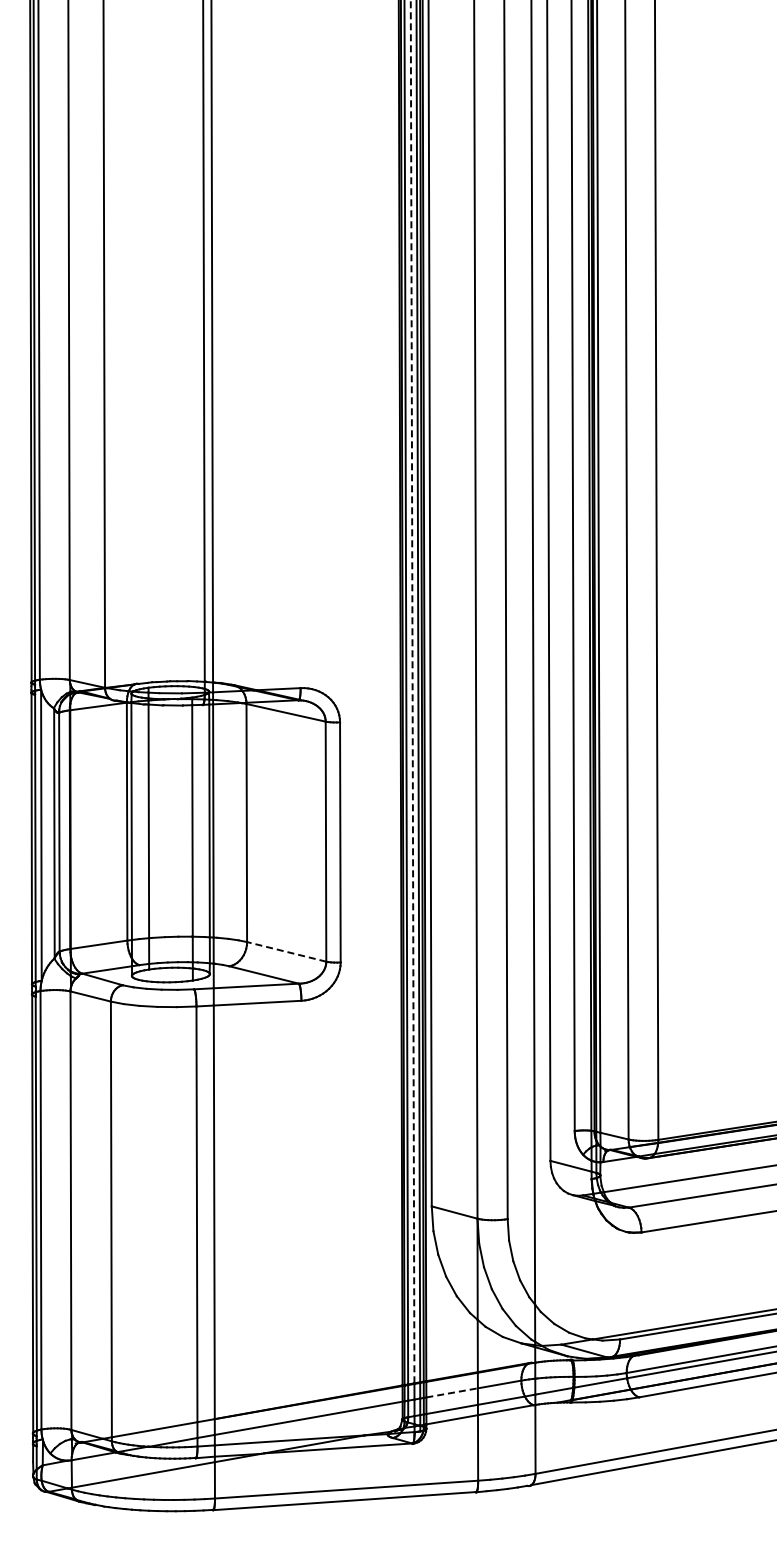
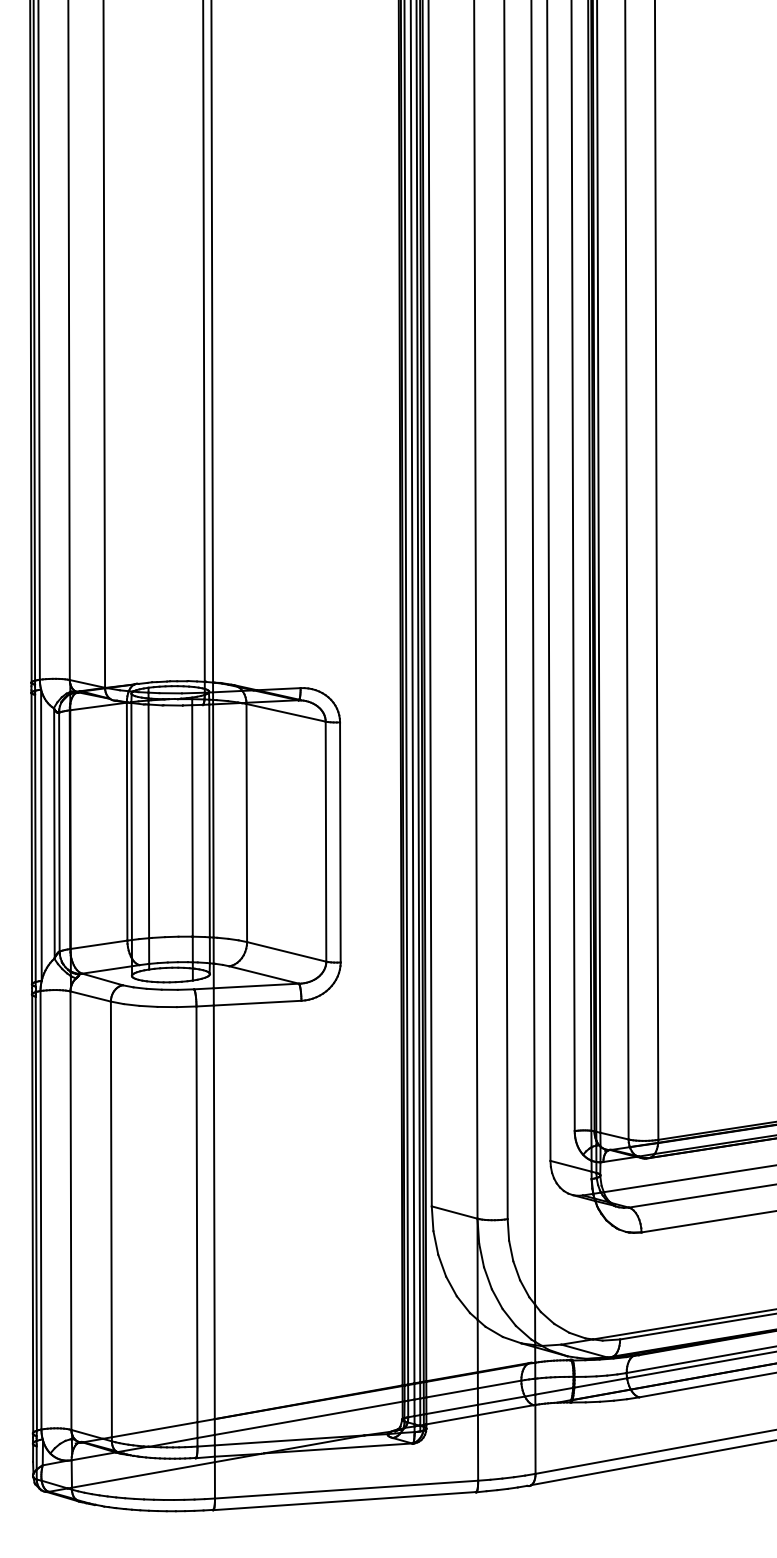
line at (412, 691): dashed -> solid
line at (286, 951): dashed -> solid
line at (452, 1392): dashed -> solid
